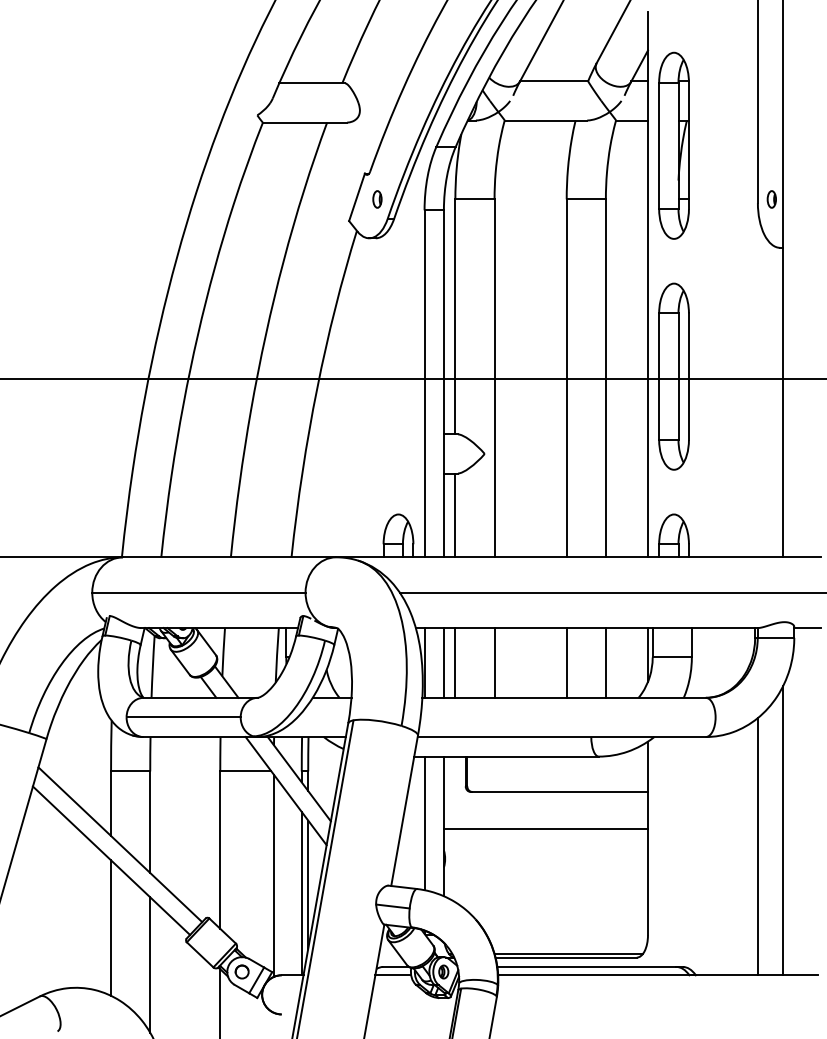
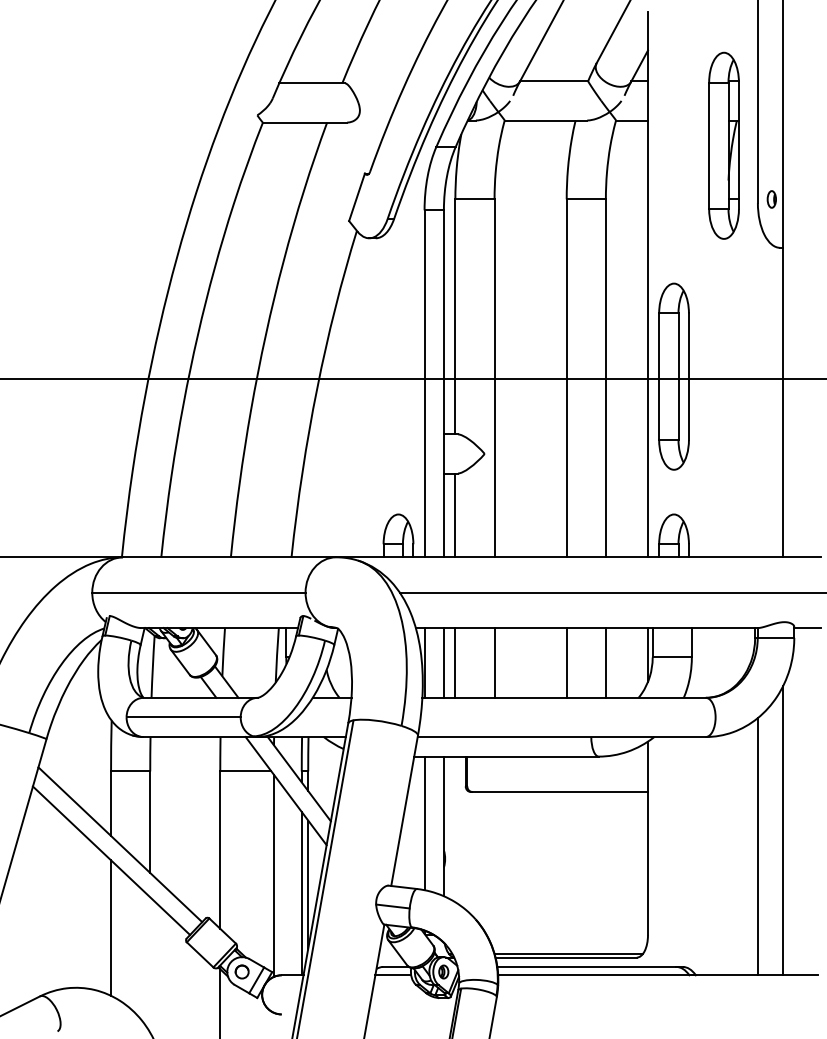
part at (673, 145) position: (673, 145) -> (723, 145)
part at (377, 199): present -> none
line at (545, 829): present -> none
line at (150, 964): present -> none
